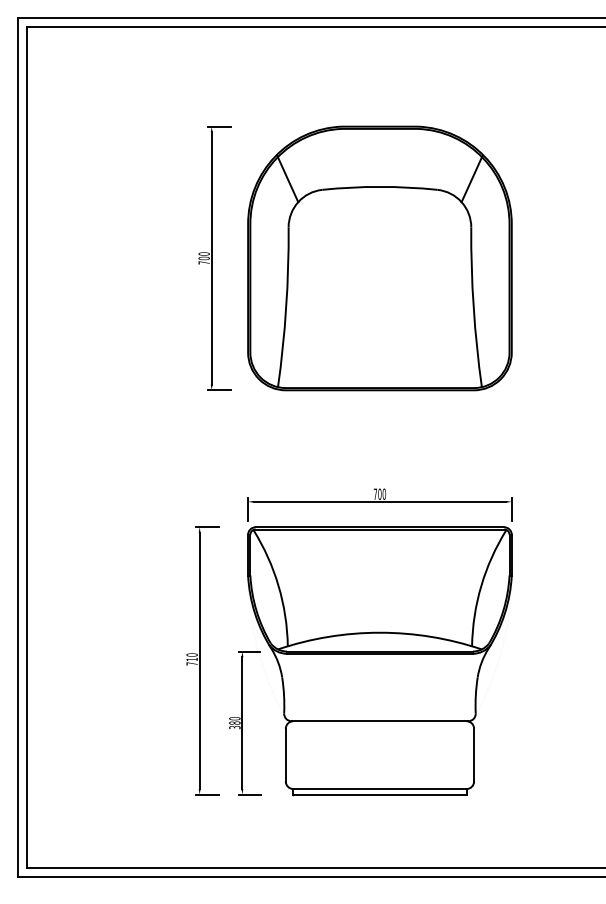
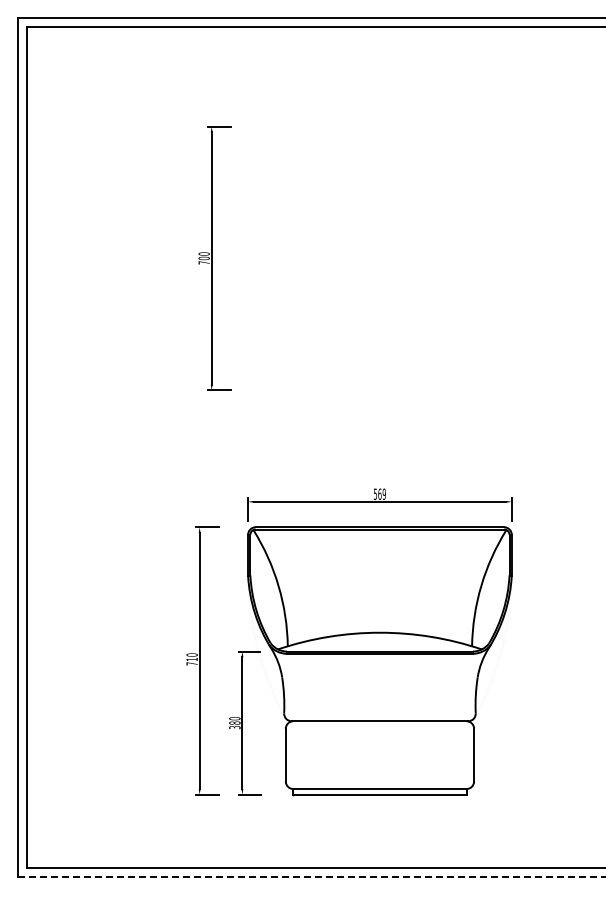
part at (379, 258): present -> none
text at (379, 493): 700 -> 569
line at (311, 876): solid -> dashed
